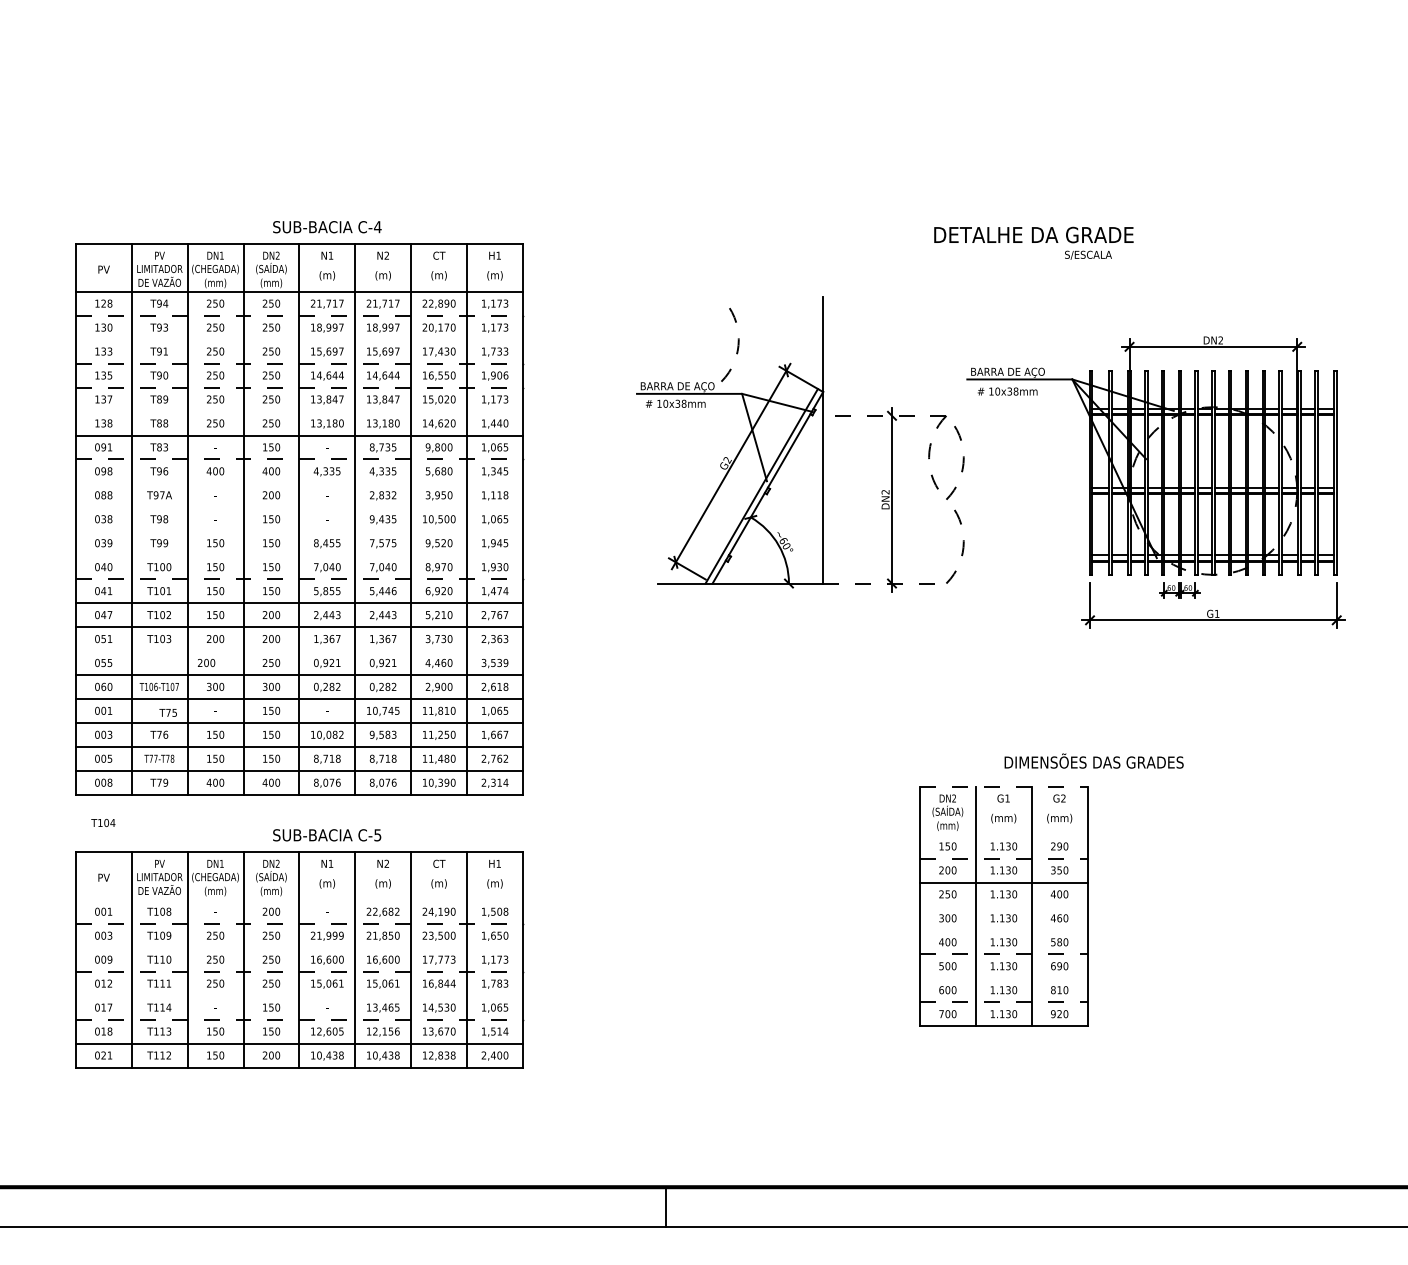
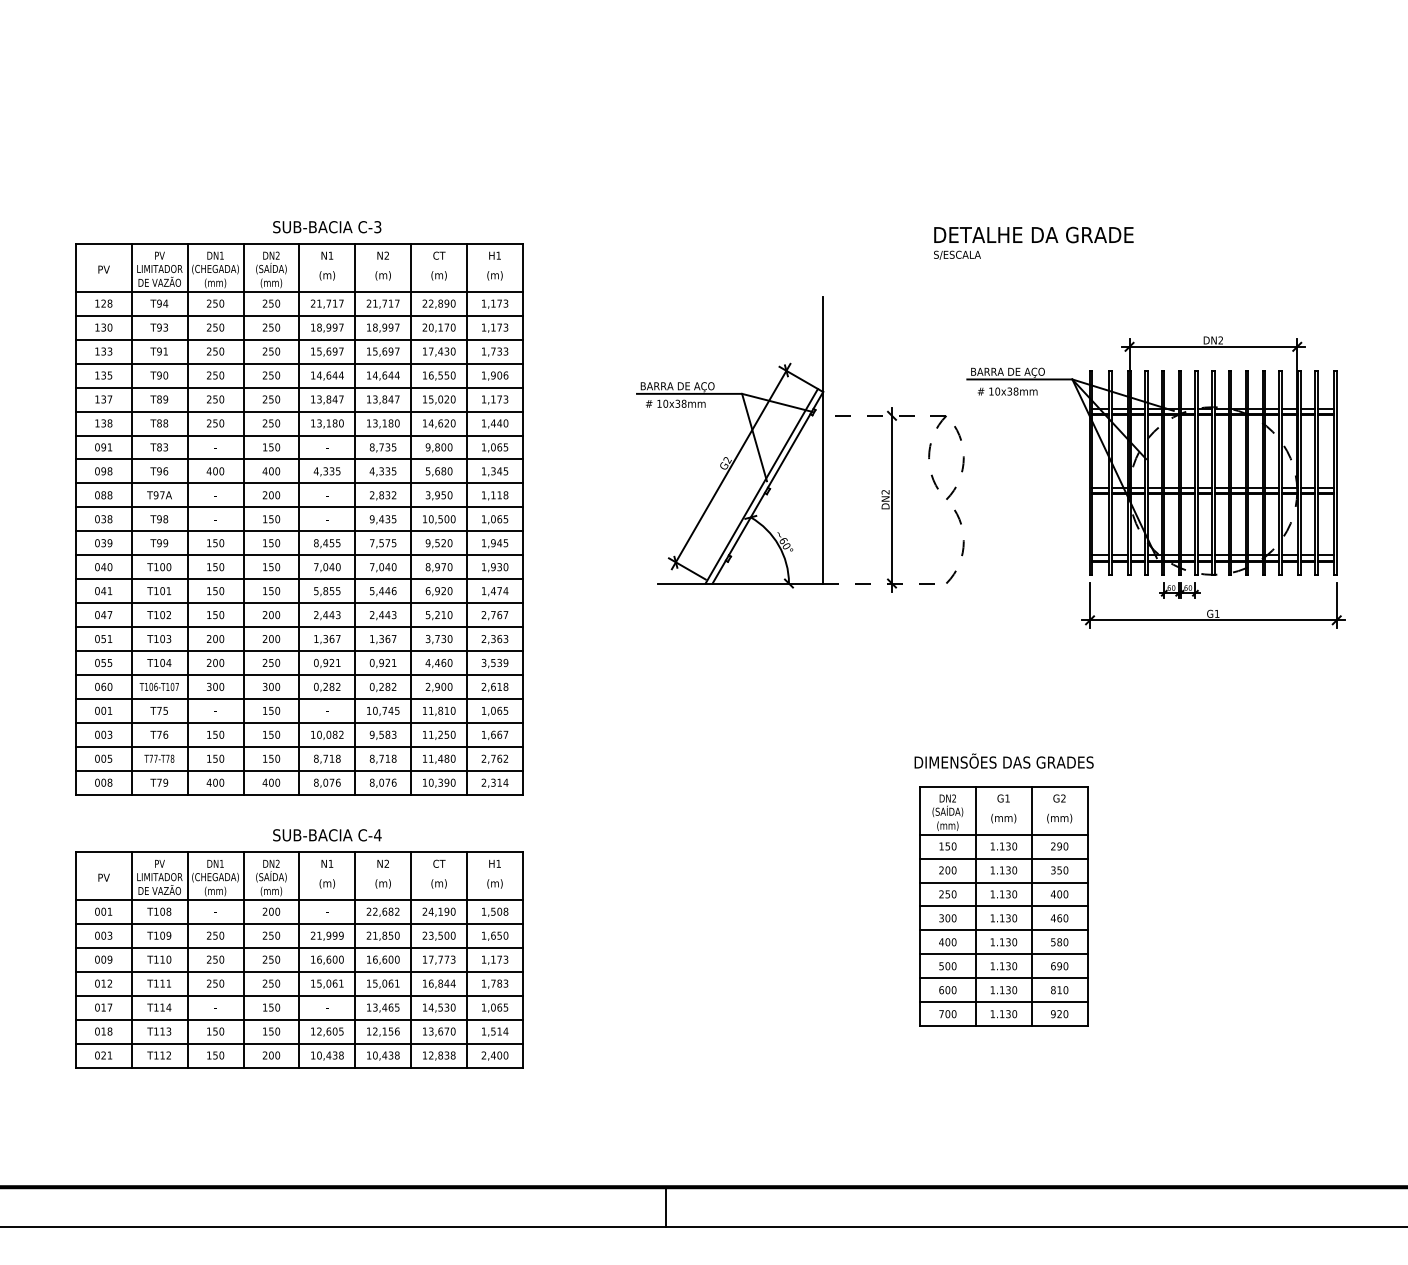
text at (377, 227): C-4 -> C-3
text at (1088, 254) position: (1088, 254) -> (957, 254)
line at (299, 315): dashed -> solid
line at (298, 339): none -> present
arc at (737, 344): present -> none
line at (299, 363): dashed -> solid
line at (299, 387): dashed -> solid
line at (298, 411): none -> present
line at (299, 459): dashed -> solid
line at (298, 483): none -> present
line at (298, 507): none -> present
line at (298, 531): none -> present
line at (298, 555): none -> present
line at (299, 579): dashed -> solid
line at (298, 651): none -> present
text at (206, 662) position: (206, 662) -> (215, 662)
text at (167, 712) position: (167, 712) -> (158, 710)
text at (1093, 760) position: (1093, 760) -> (1003, 760)
line at (1003, 786): dashed -> solid
text at (103, 822) position: (103, 822) -> (159, 662)
line at (1003, 834): none -> present
text at (377, 835): C-5 -> C-4
line at (1003, 858): dashed -> solid
line at (298, 899): none -> present
line at (1003, 906): none -> present
line at (299, 923): dashed -> solid
line at (1003, 930): none -> present
line at (298, 947): none -> present
line at (1003, 954): dashed -> solid
line at (299, 971): dashed -> solid
line at (1003, 978): none -> present
line at (298, 995): none -> present
line at (1003, 1002): dashed -> solid
line at (299, 1019): dashed -> solid
